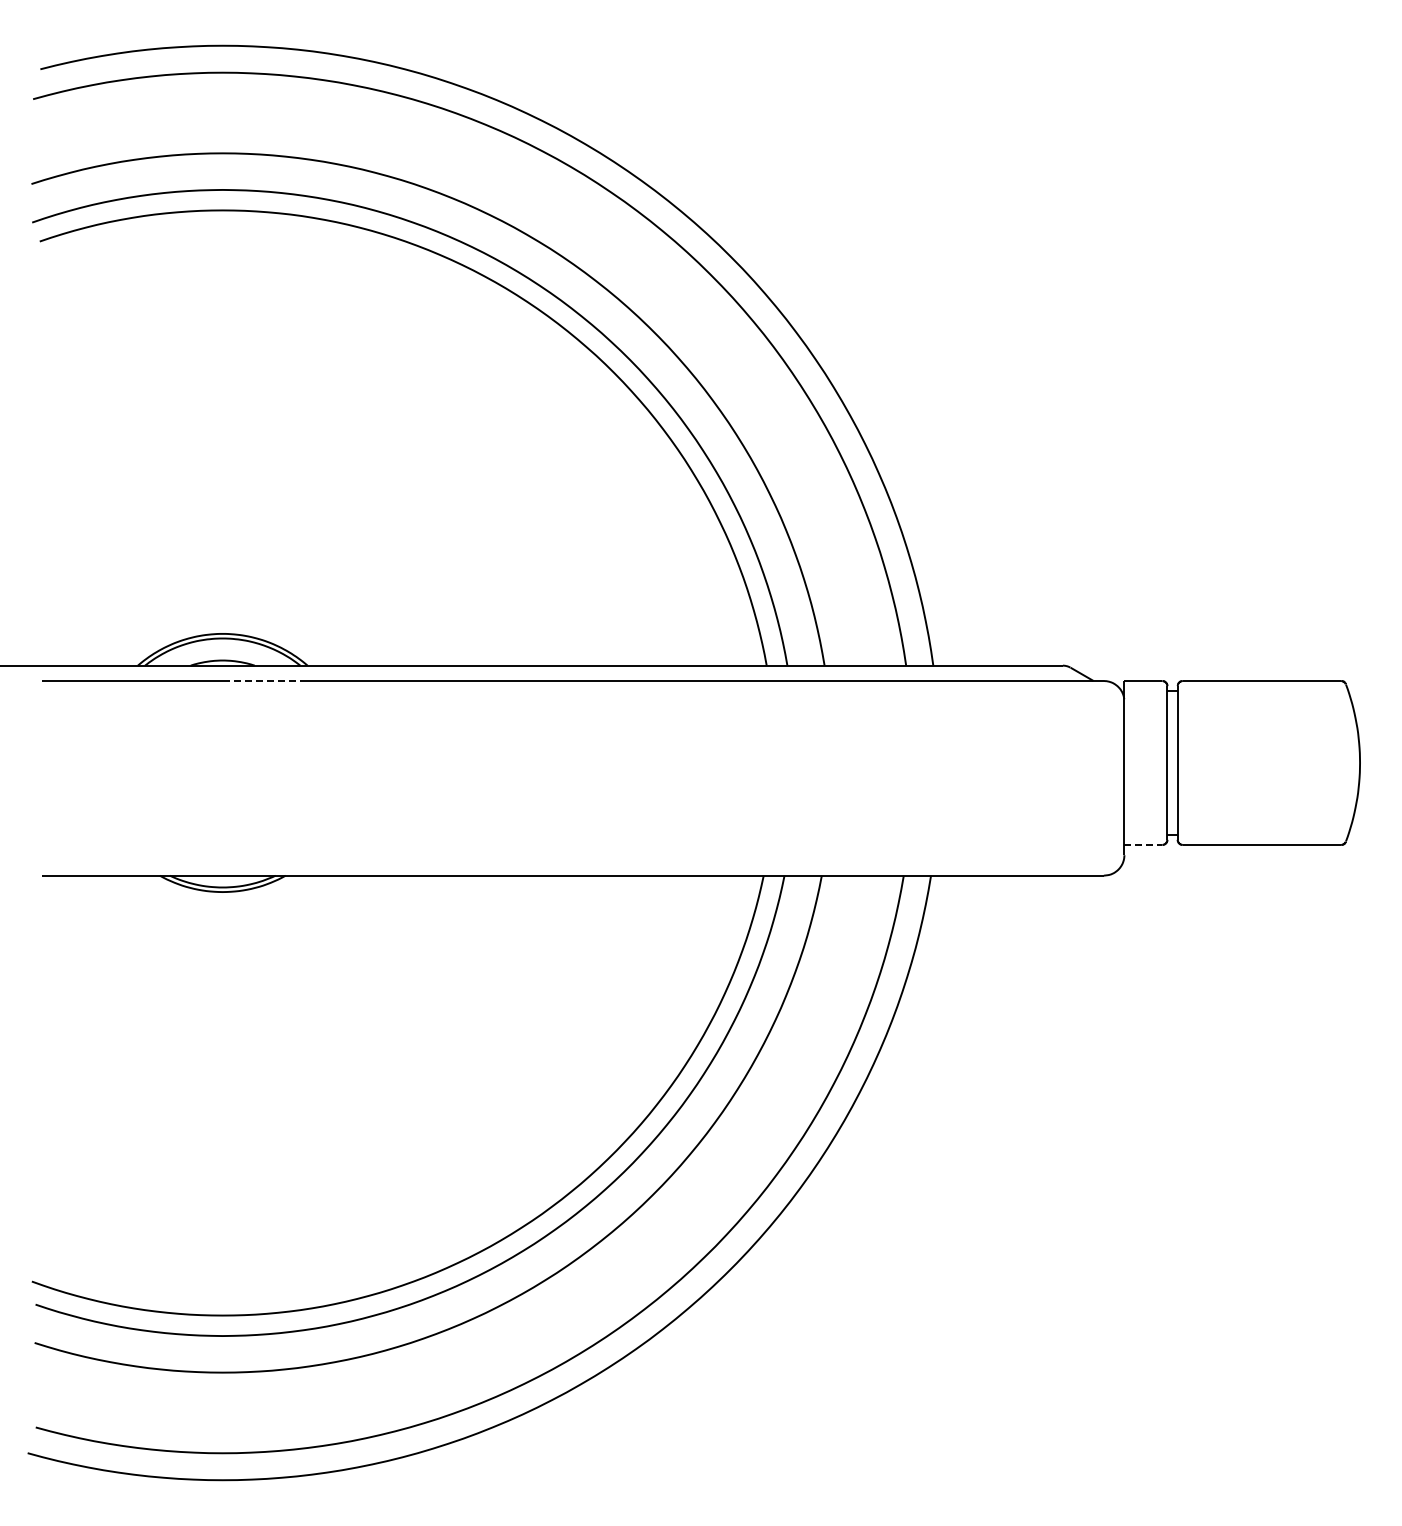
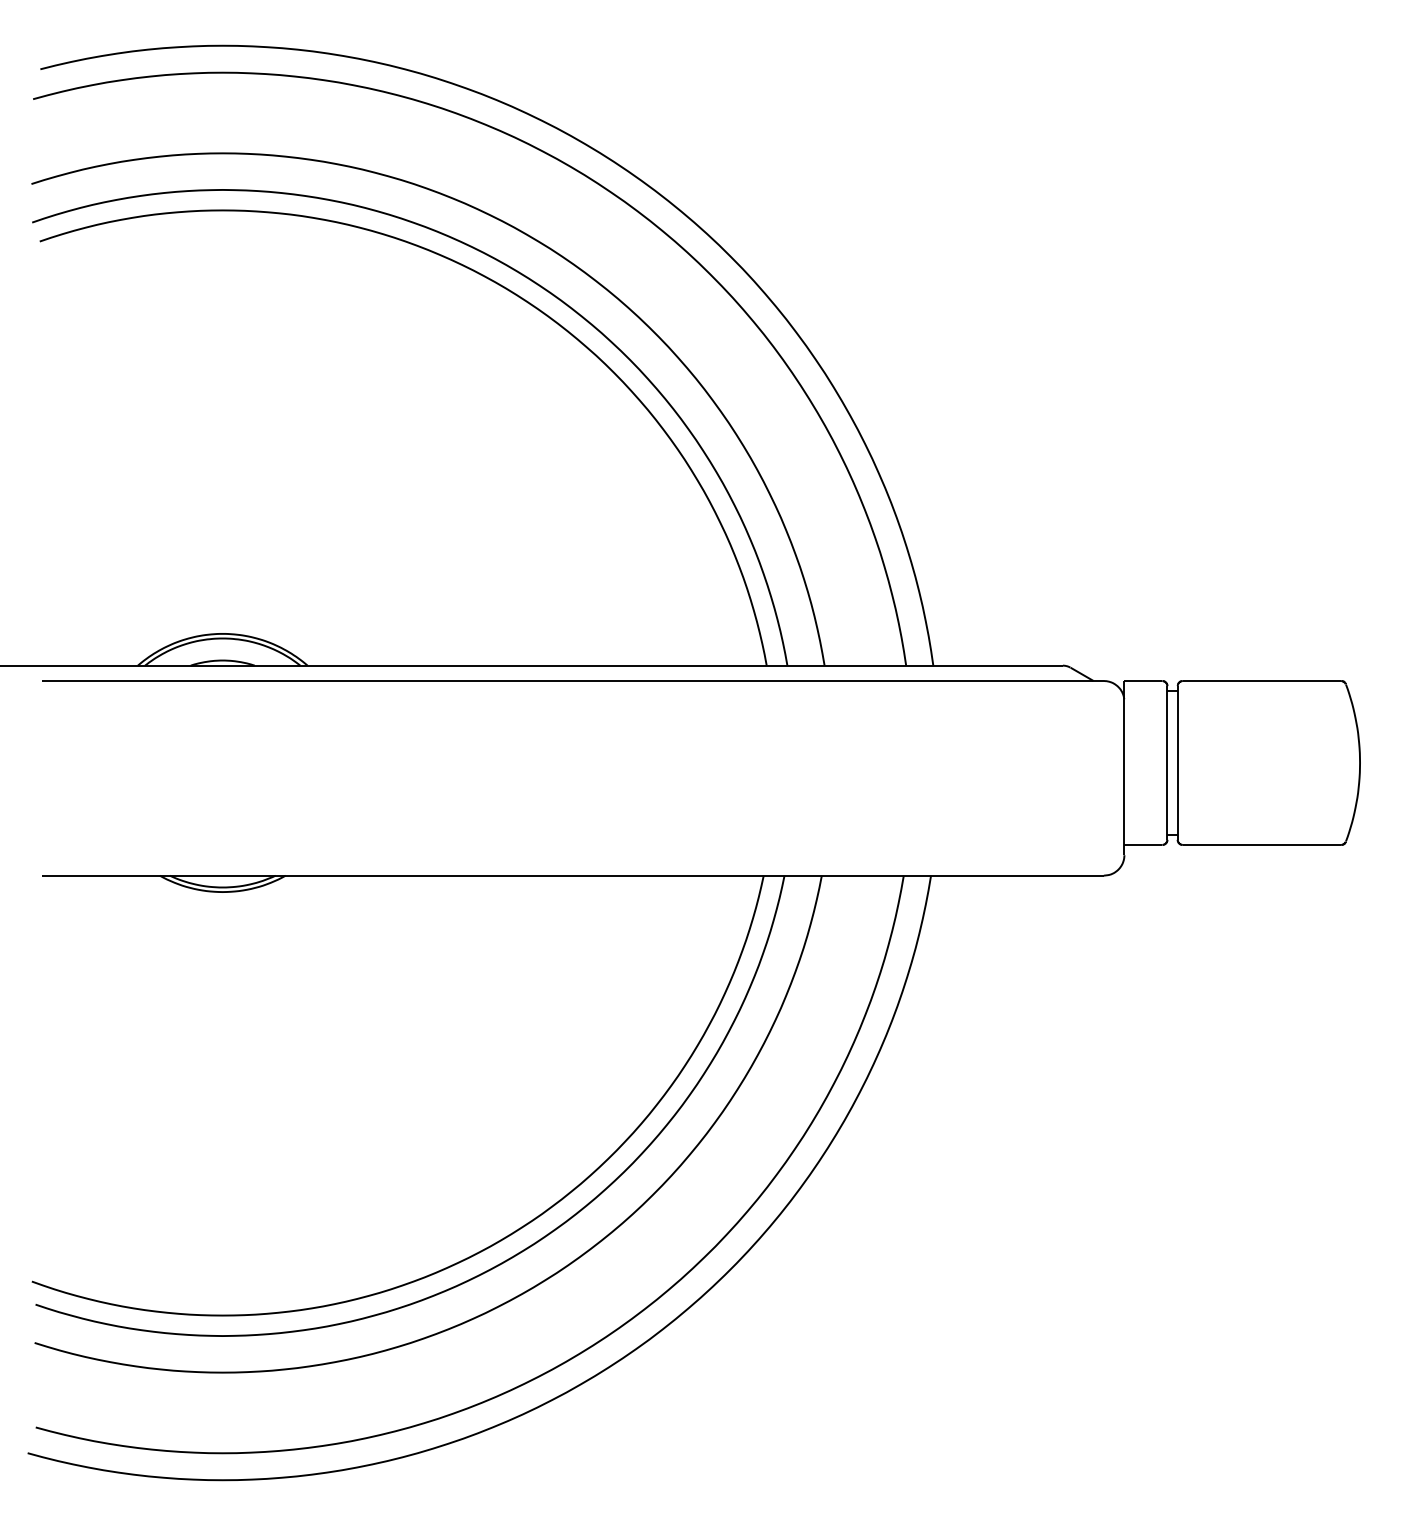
line at (262, 681): dashed -> solid
line at (1143, 844): dashed -> solid
